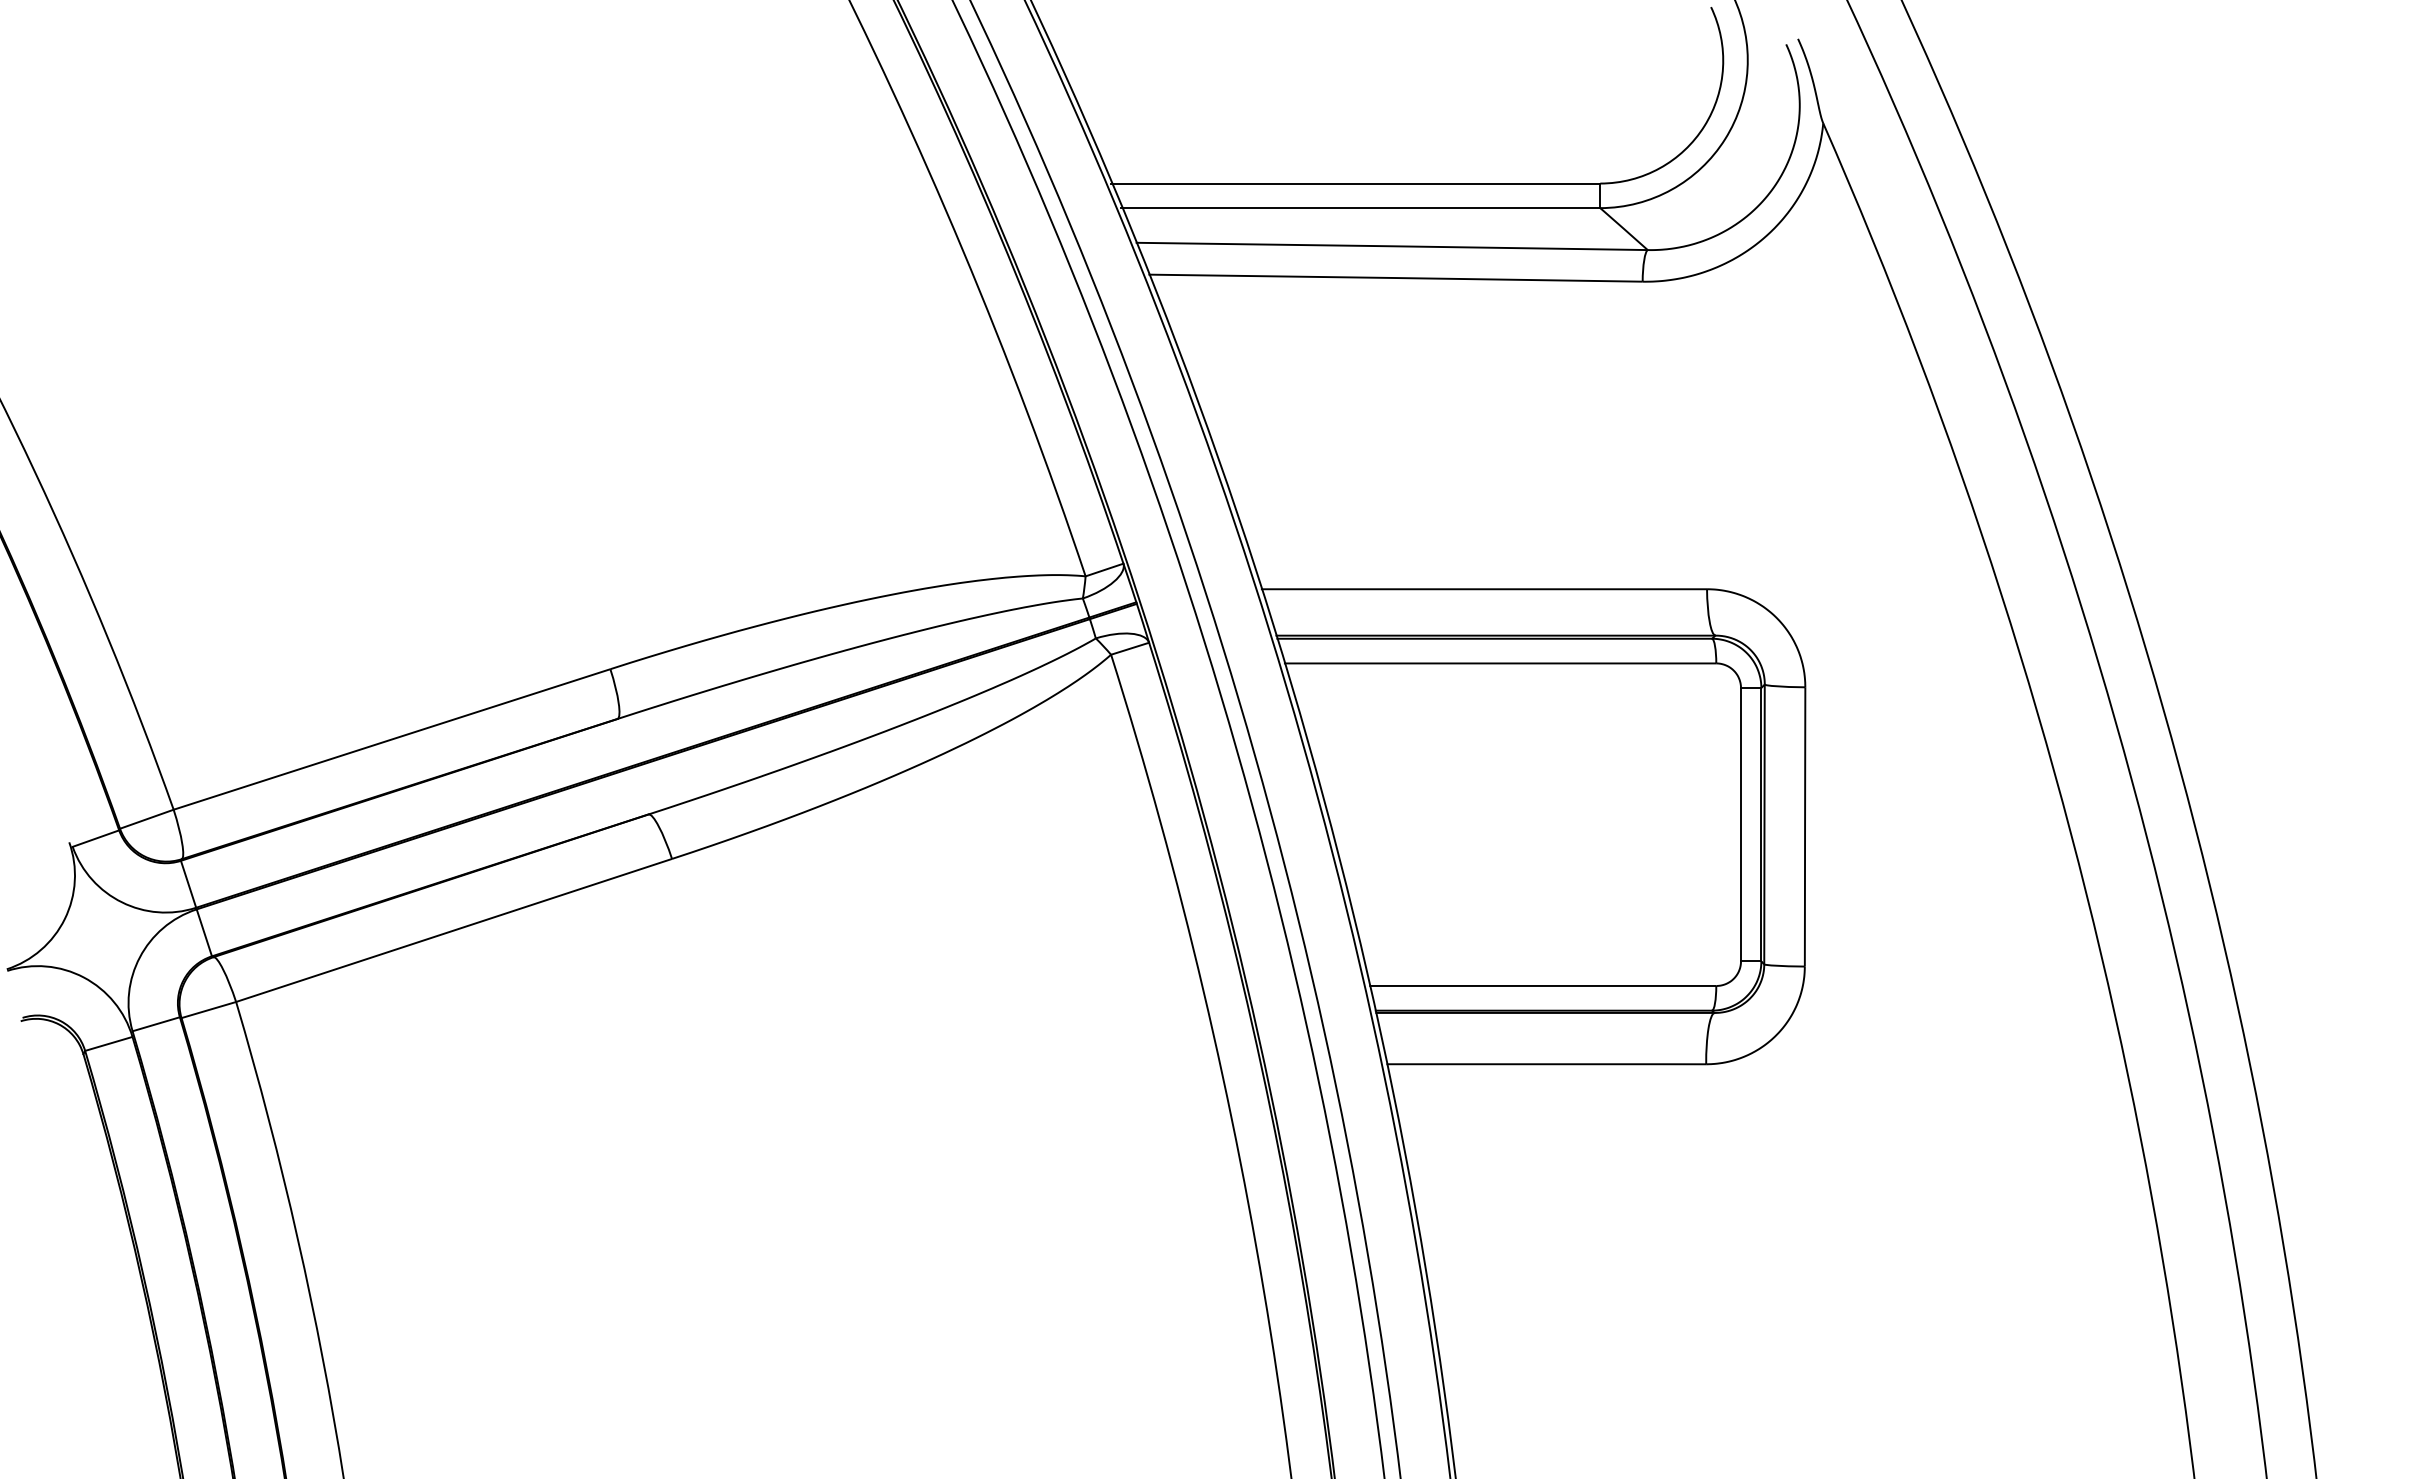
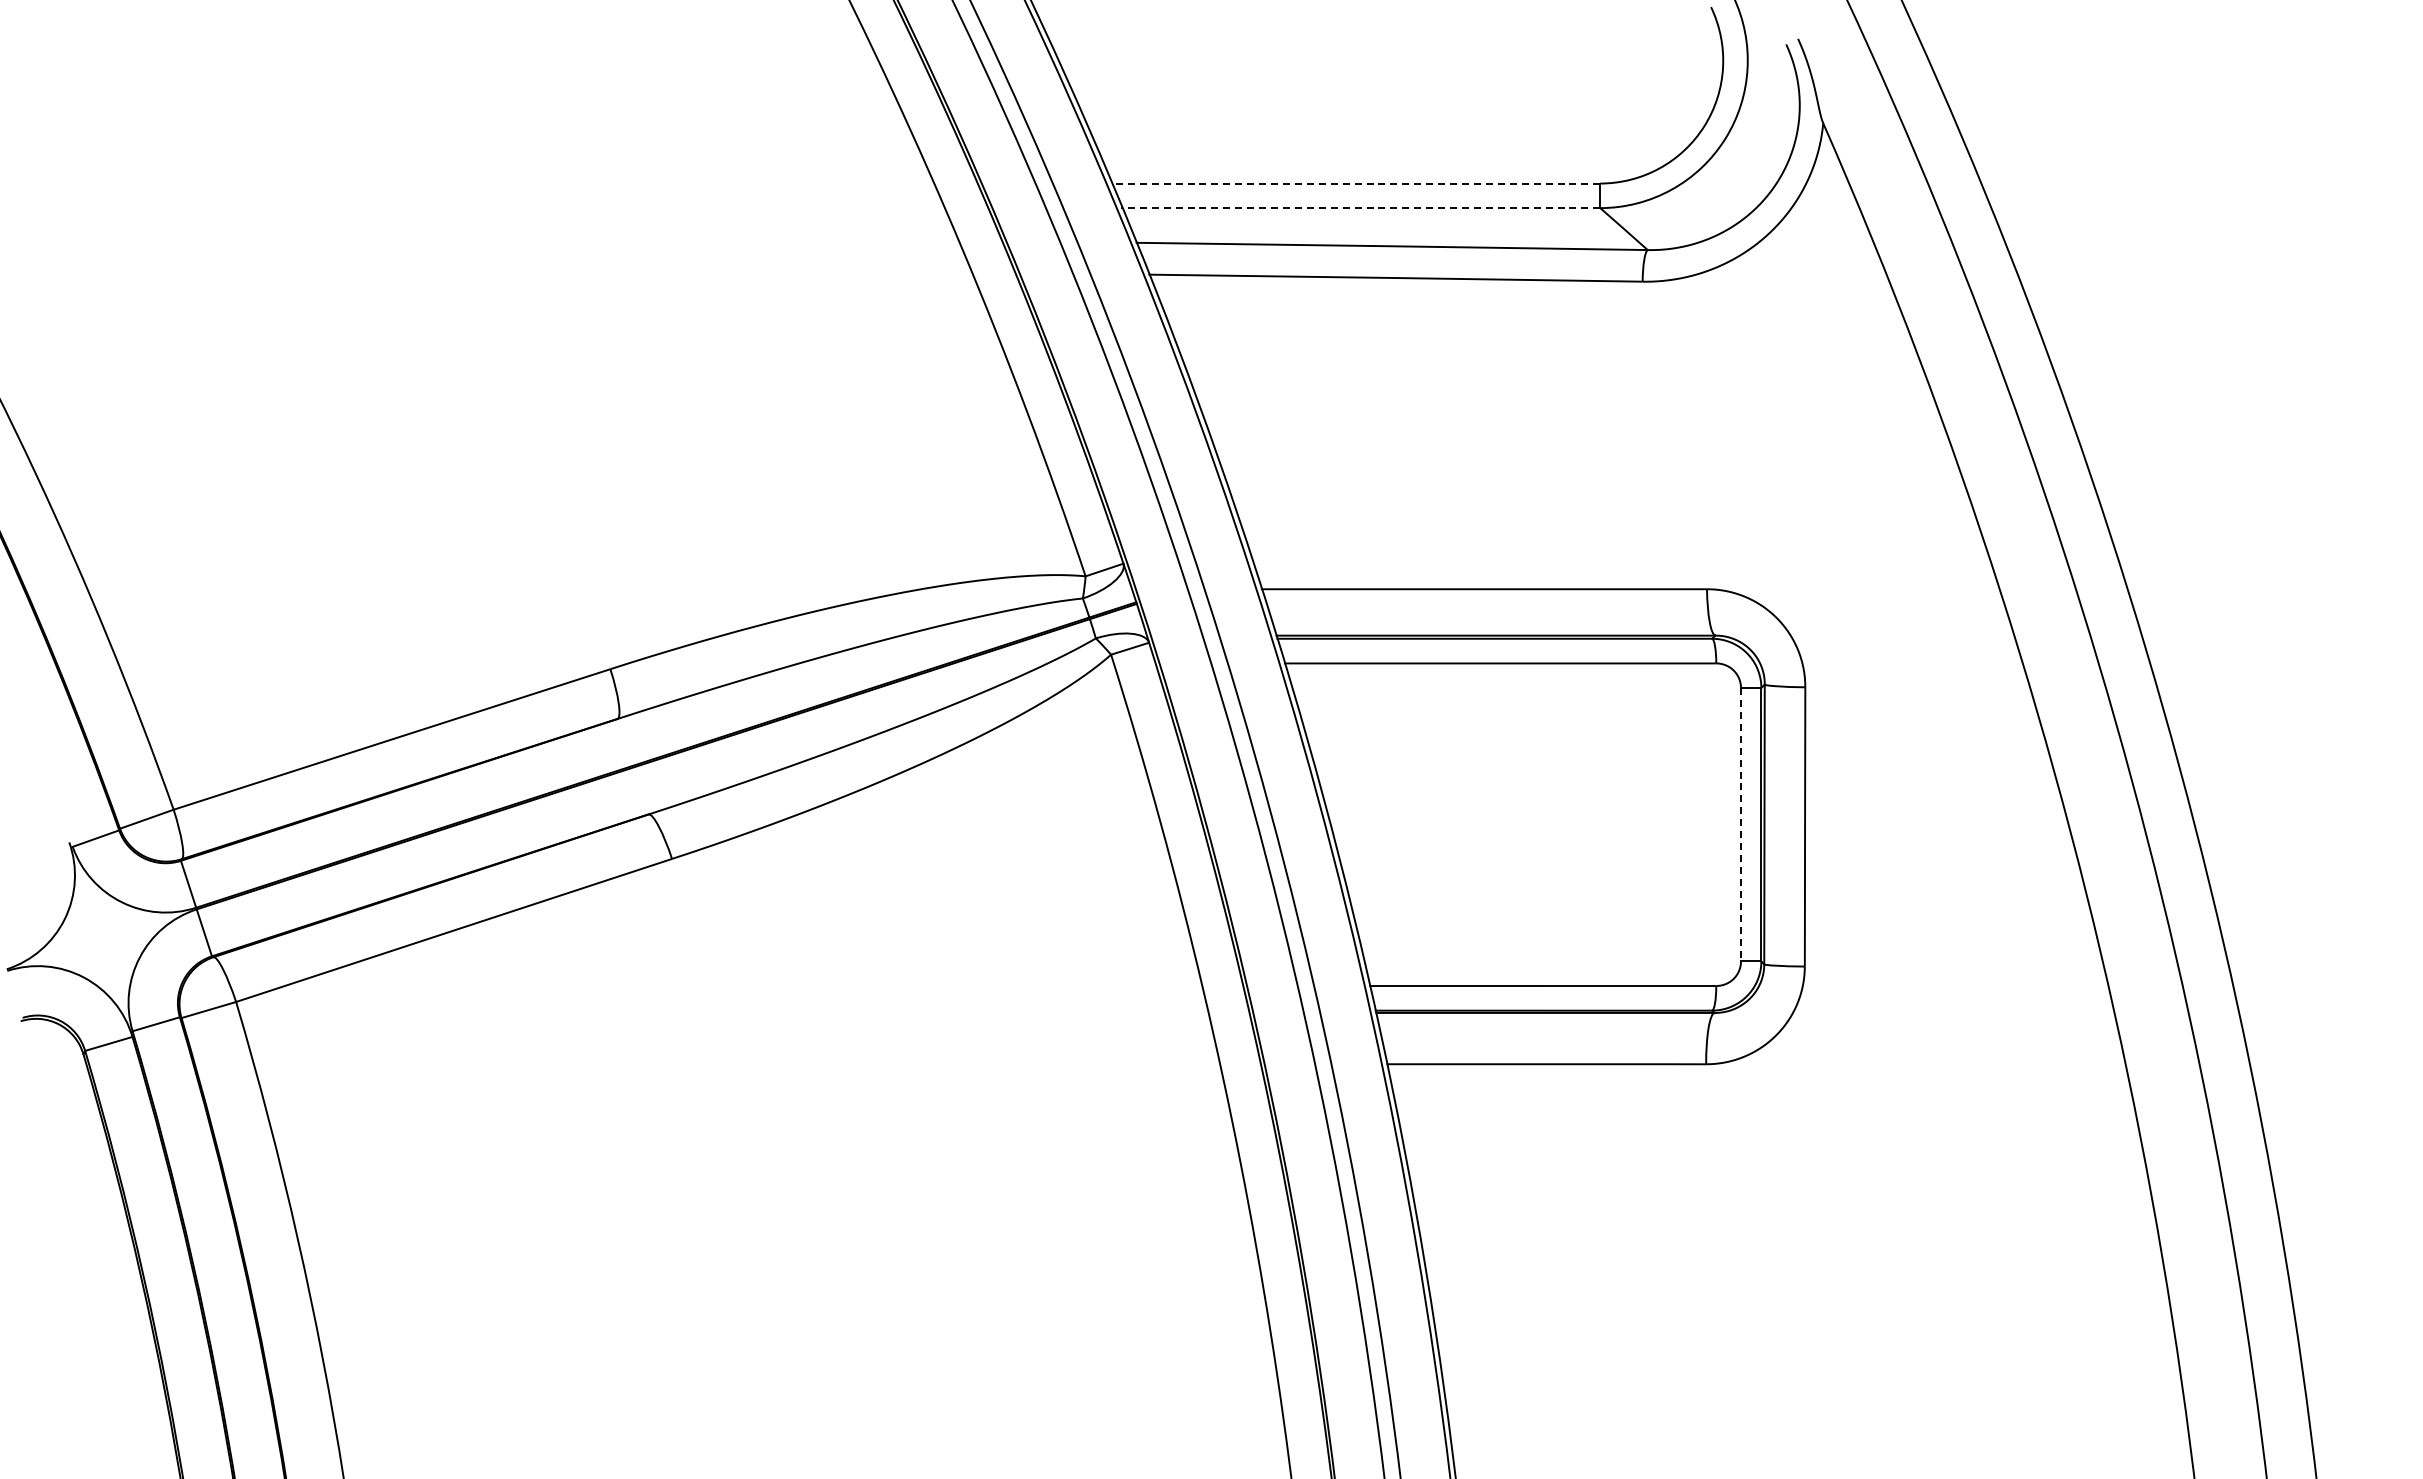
line at (1355, 183): solid -> dashed
line at (1360, 208): solid -> dashed
line at (1740, 824): solid -> dashed
